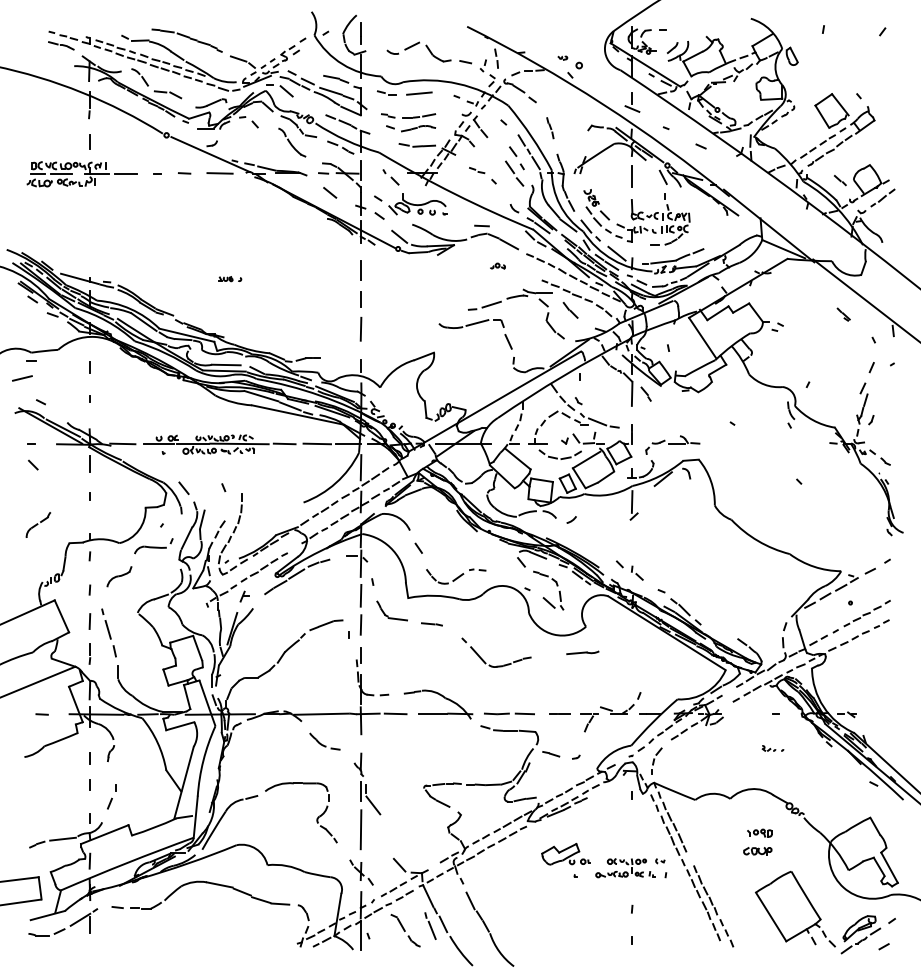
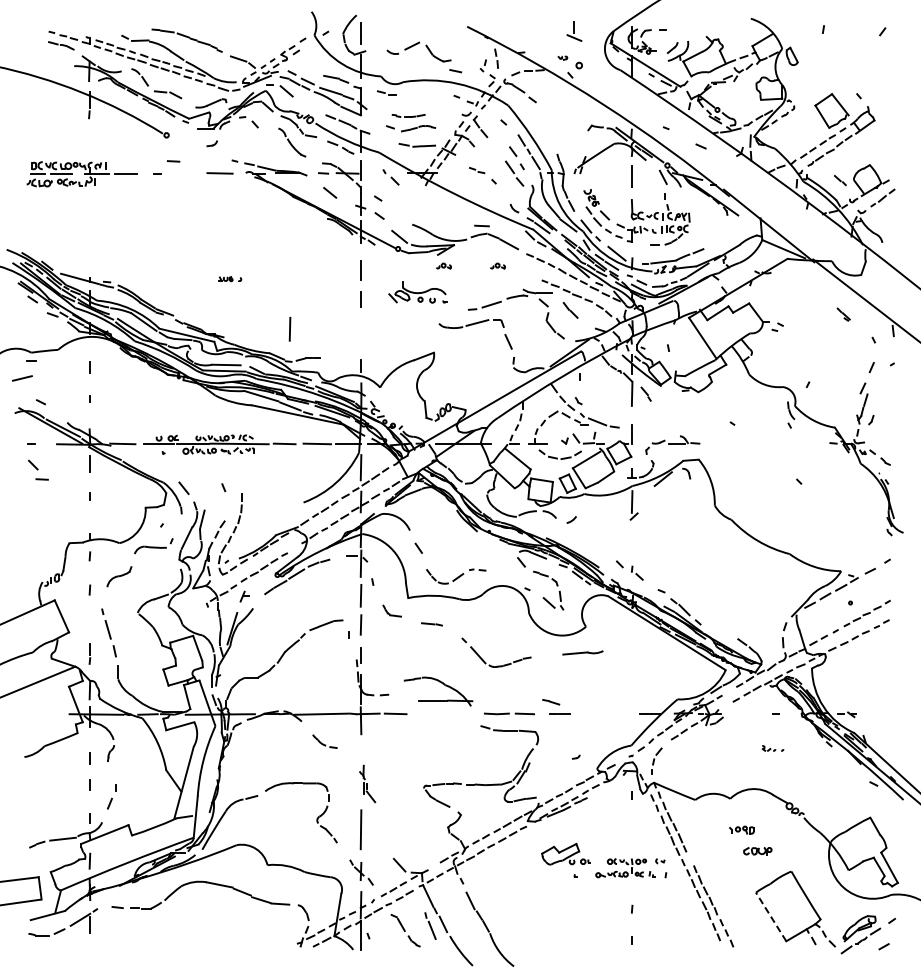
line at (465, 62) position: (465, 62) -> (455, 71)
line at (419, 93): present -> none
part at (632, 102) position: (632, 102) -> (574, 31)
part at (408, 115) size: 56x6 px -> 35x4 px
line at (550, 128): present -> none
line at (89, 141): present -> none
line at (210, 154): present -> none
line at (184, 173) position: (184, 173) -> (173, 161)
part at (417, 204) position: (417, 204) -> (417, 292)
part at (443, 265): none -> present
line at (360, 328) position: (360, 328) -> (289, 328)
part at (38, 524): present -> none
part at (391, 610) size: 32x22 px -> 20x14 px
line at (89, 621): present -> none
part at (582, 652) size: 34x5 px -> 42x6 px
part at (442, 697) position: (442, 697) -> (442, 684)
part at (610, 712): present -> none
line at (41, 714) position: (41, 714) -> (41, 479)
part at (324, 741) size: 32x19 px -> 26x15 px
line at (551, 754) position: (551, 754) -> (551, 702)
part at (367, 783) size: 29x64 px -> 18x40 px
part at (759, 832) position: (759, 832) -> (741, 829)
line at (771, 916): solid -> dashed
